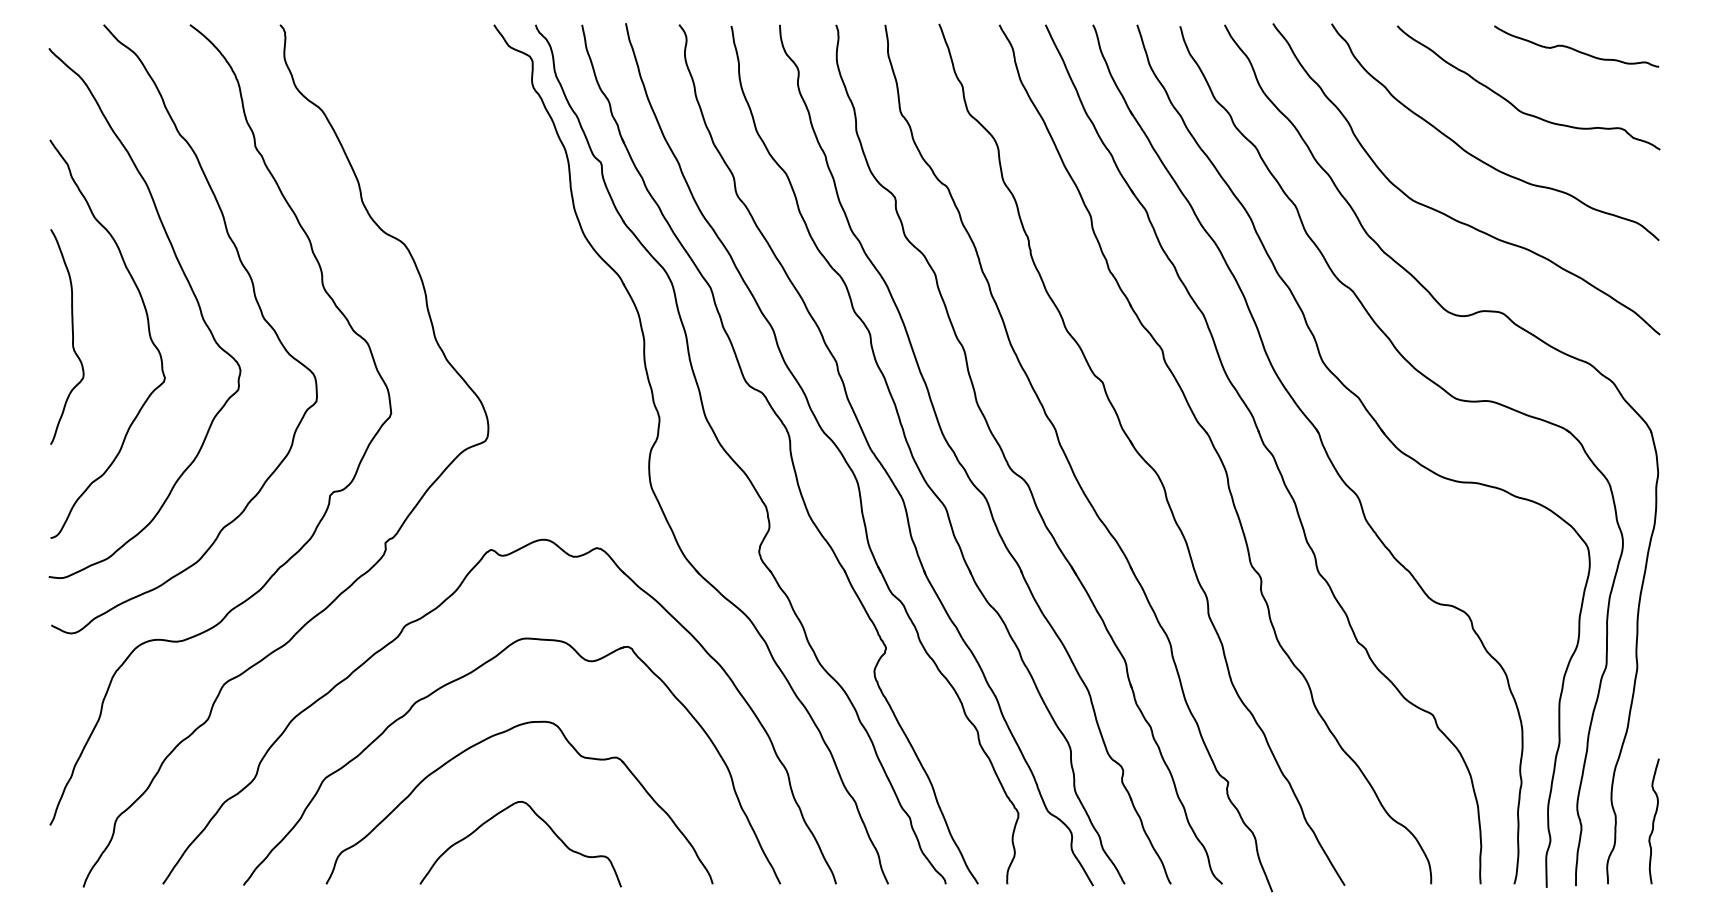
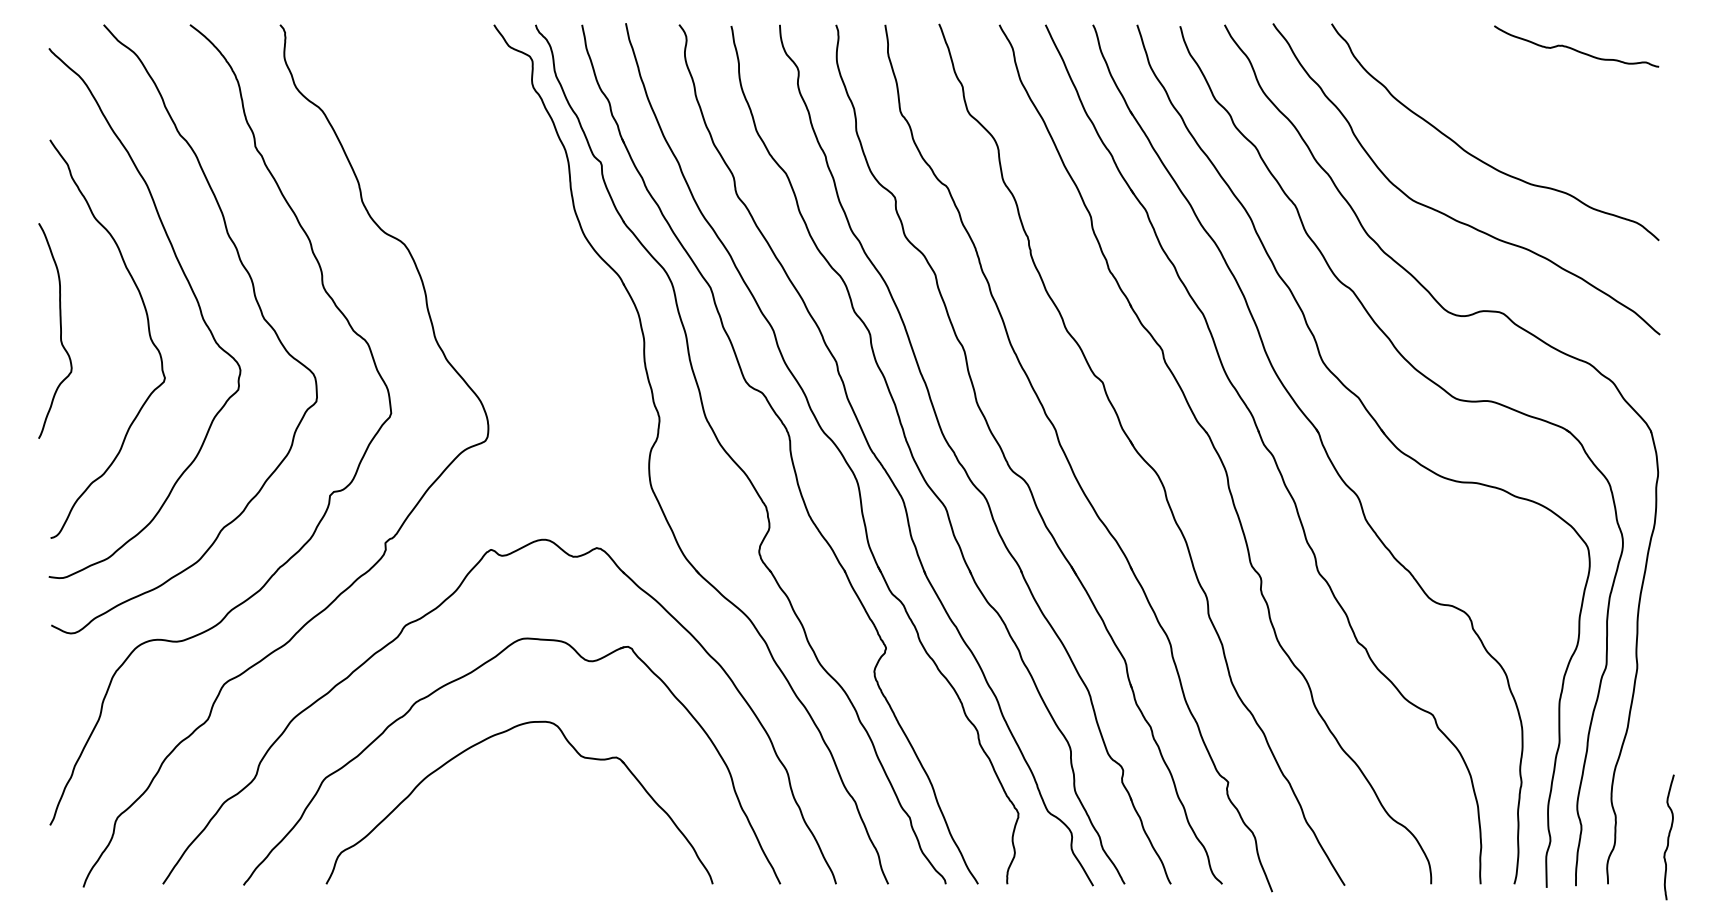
curve at (1512, 103): present -> none
curve at (72, 336) position: (72, 336) -> (60, 330)
curve at (542, 821): present -> none
curve at (1653, 821) position: (1653, 821) -> (1668, 837)
